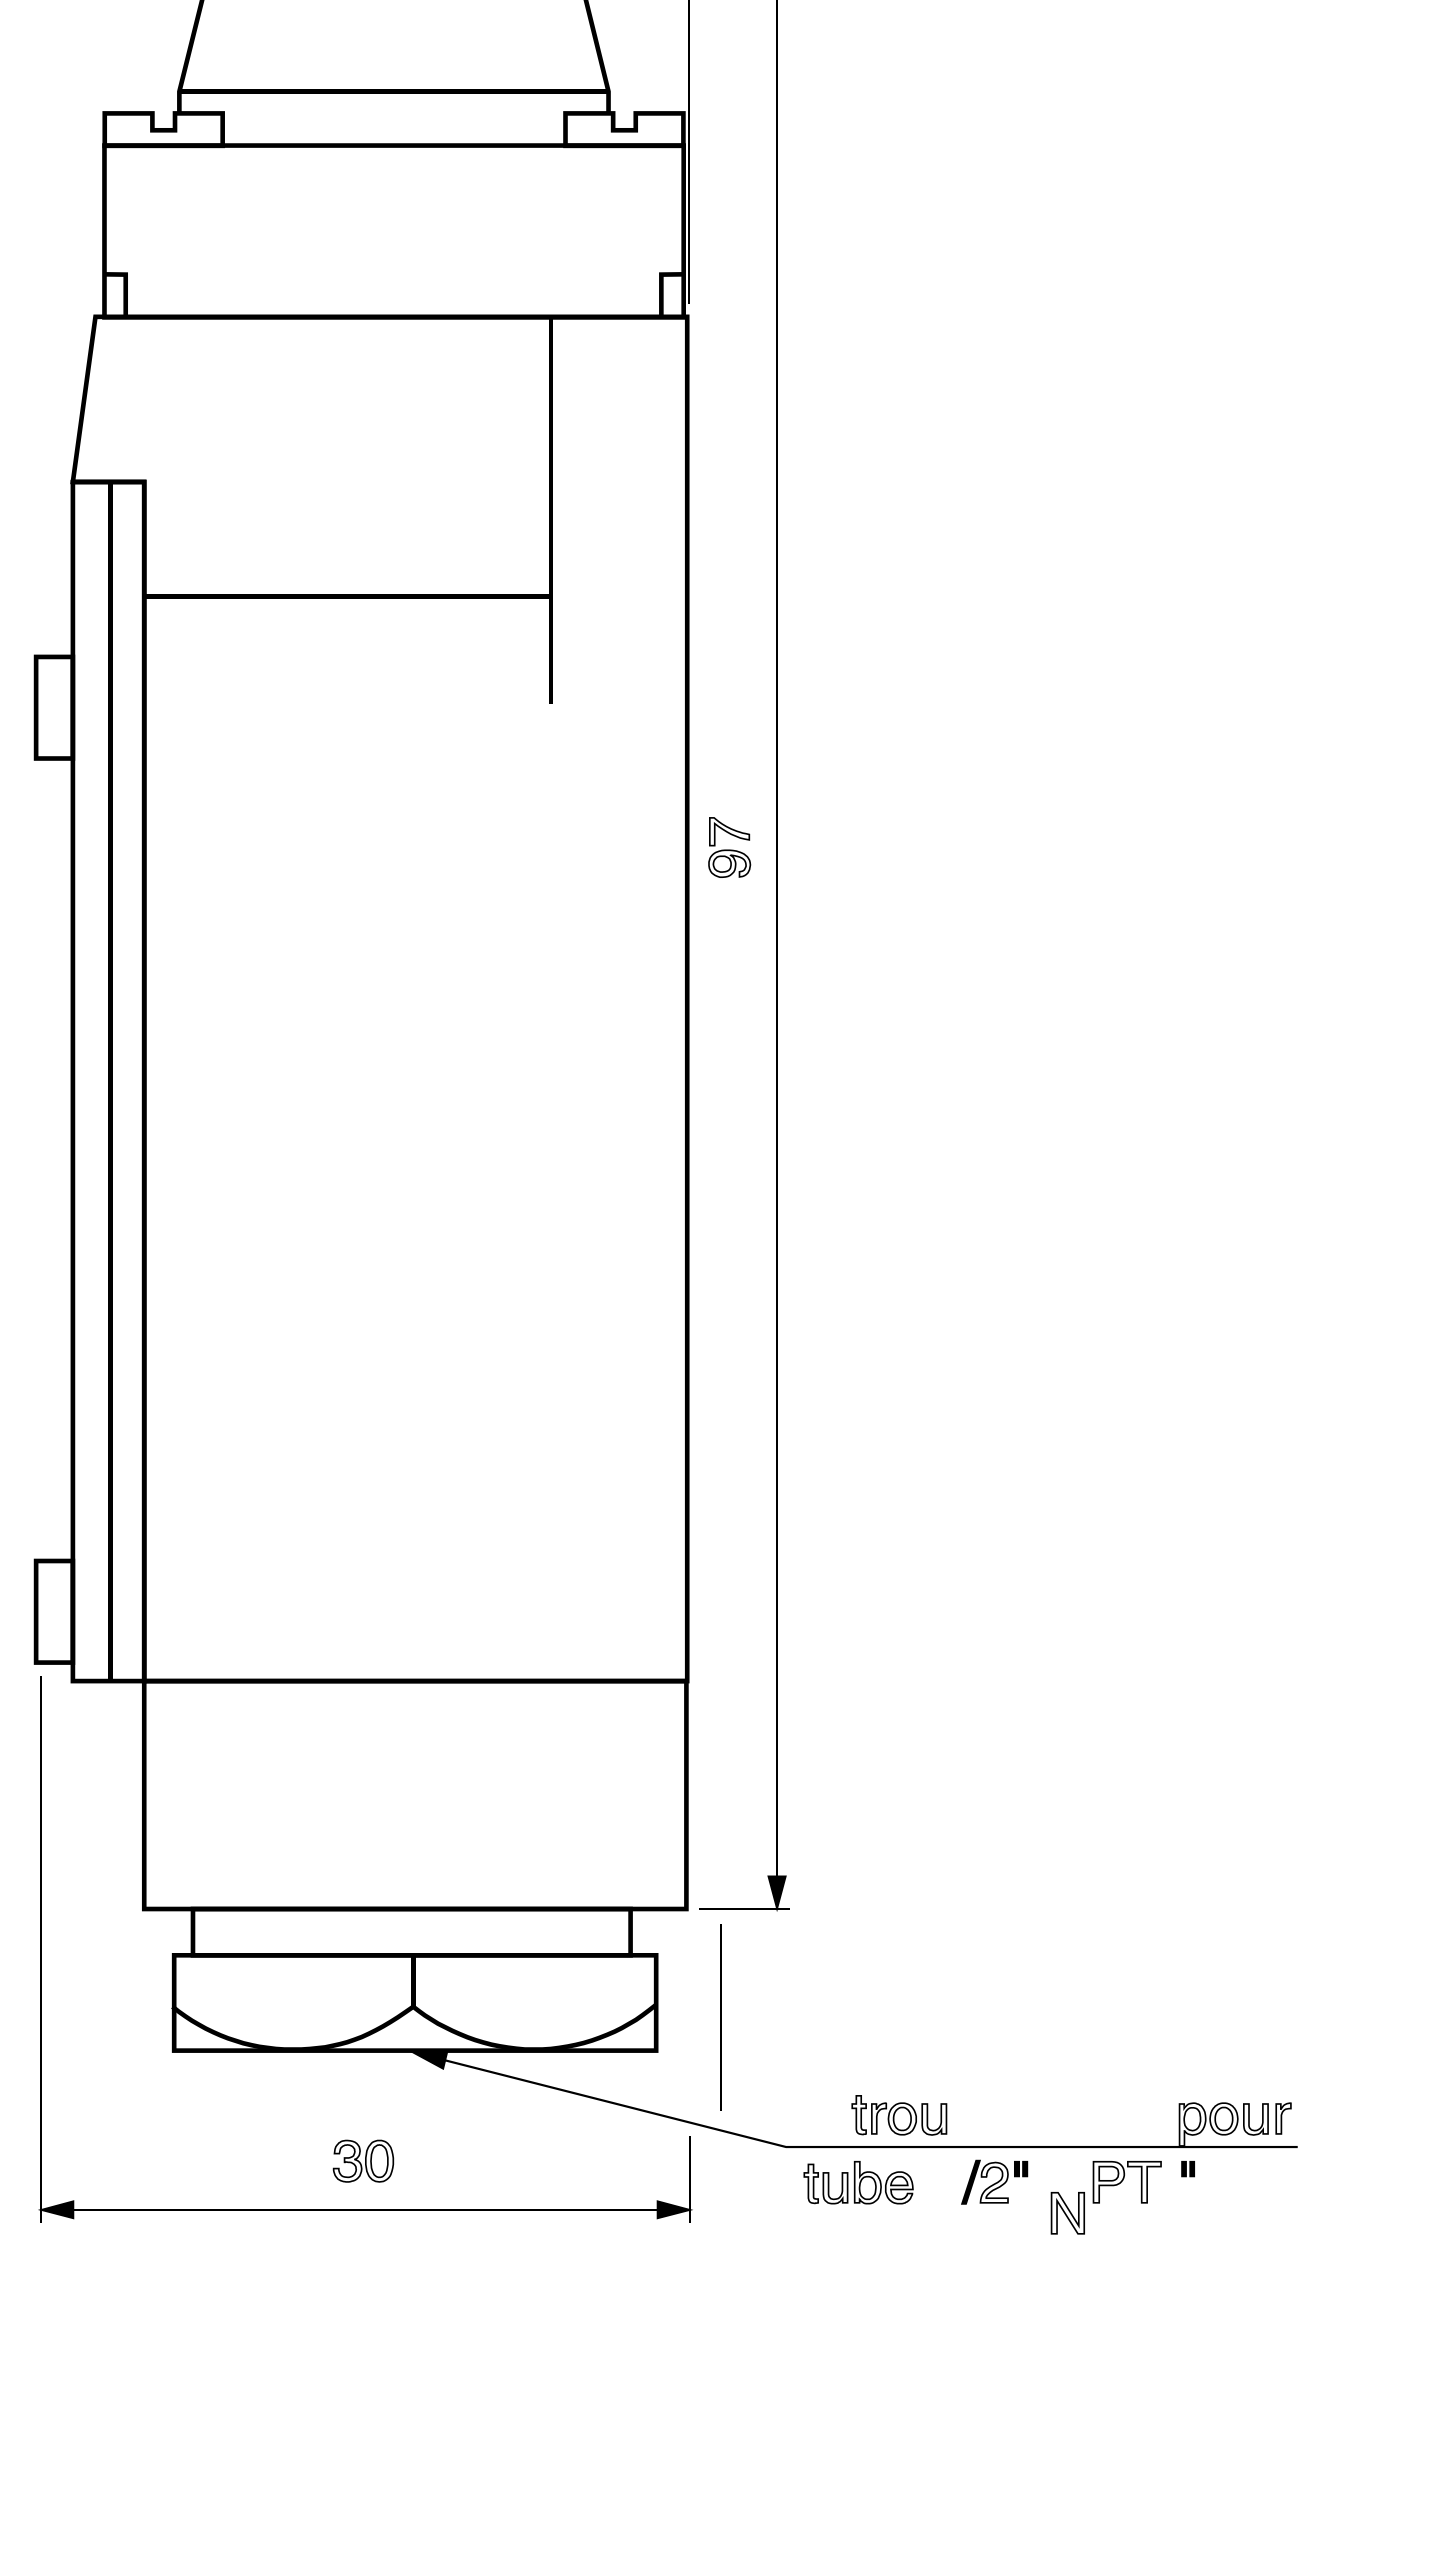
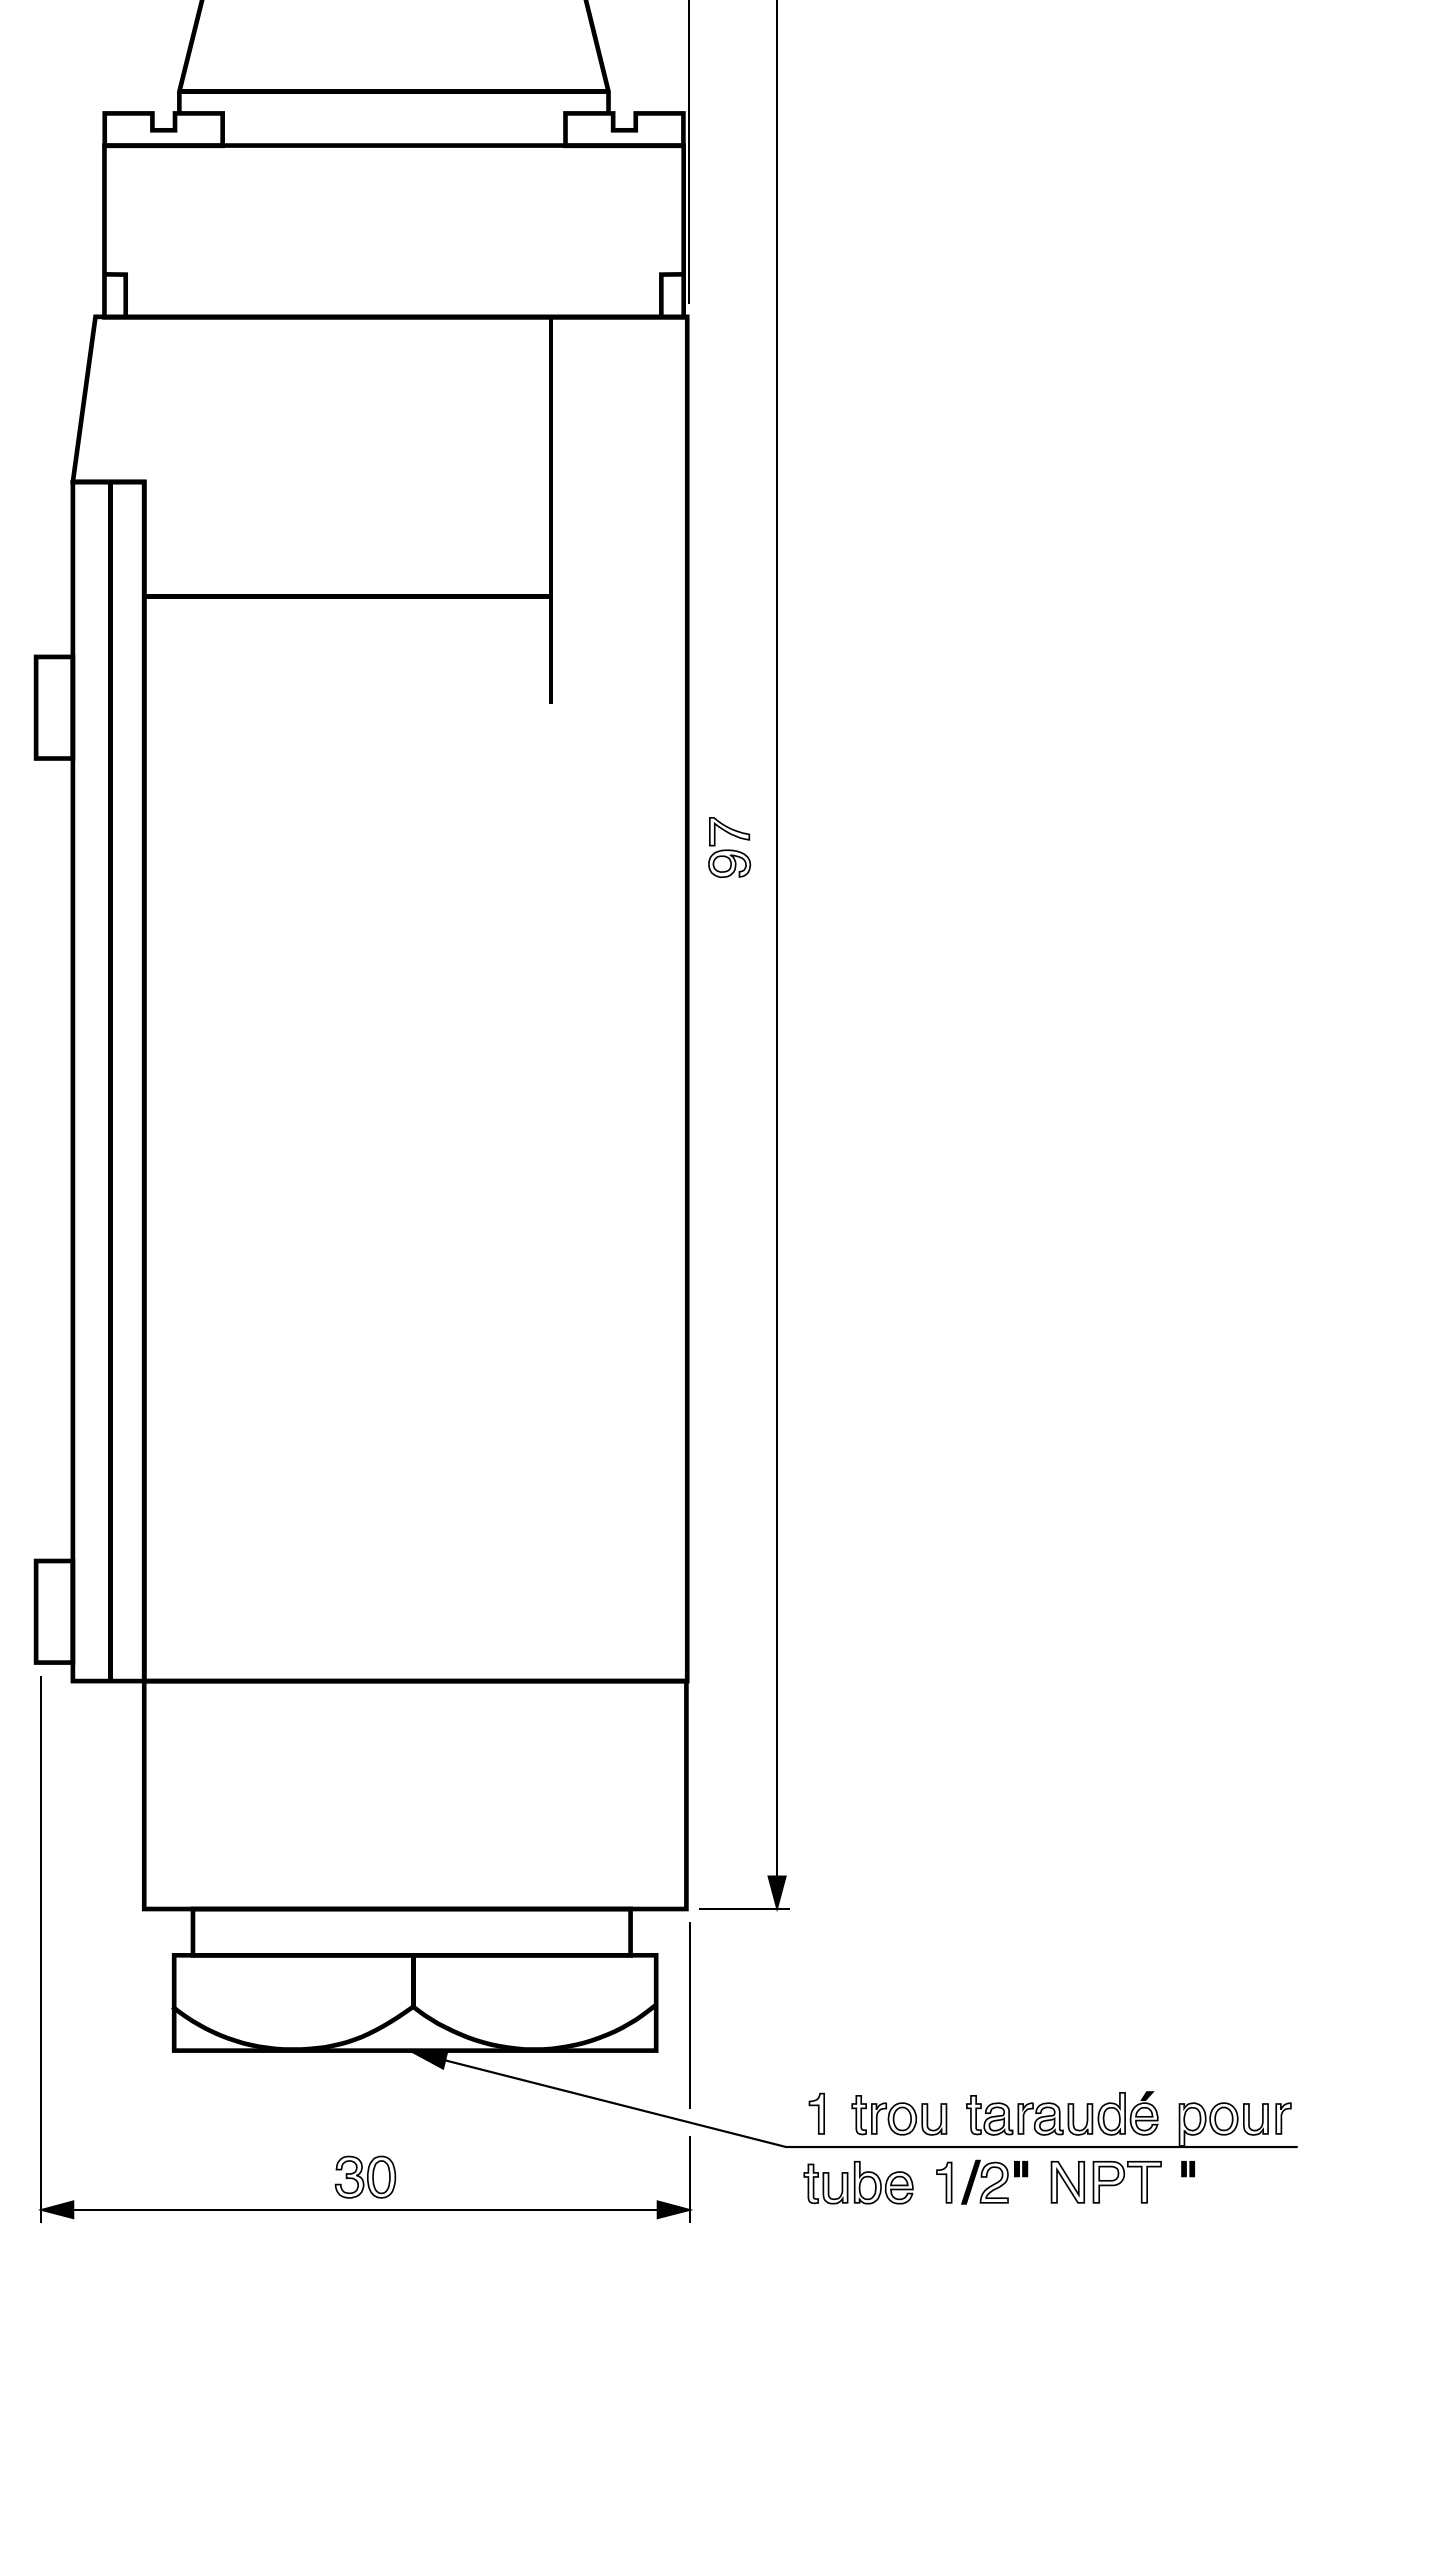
line at (720, 2017) position: (720, 2017) -> (689, 2015)
part at (816, 2113): none -> present
part at (1062, 2113): none -> present
part at (363, 2160) position: (363, 2160) -> (365, 2176)
part at (944, 2182): none -> present
part at (1067, 2213) position: (1067, 2213) -> (1067, 2182)
